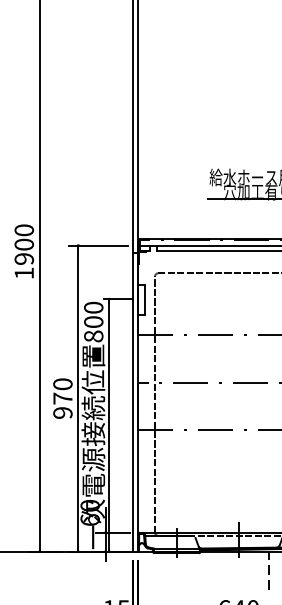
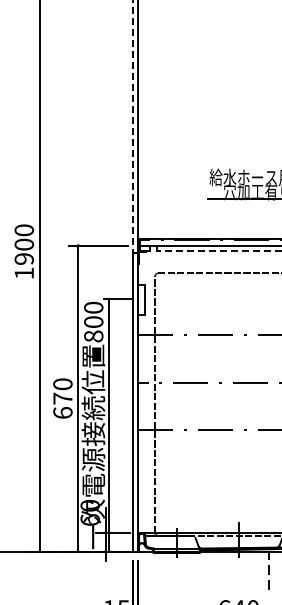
line at (133, 126): solid -> dashed
line at (218, 250): solid -> dashed
text at (62, 412): 970 -> 670
